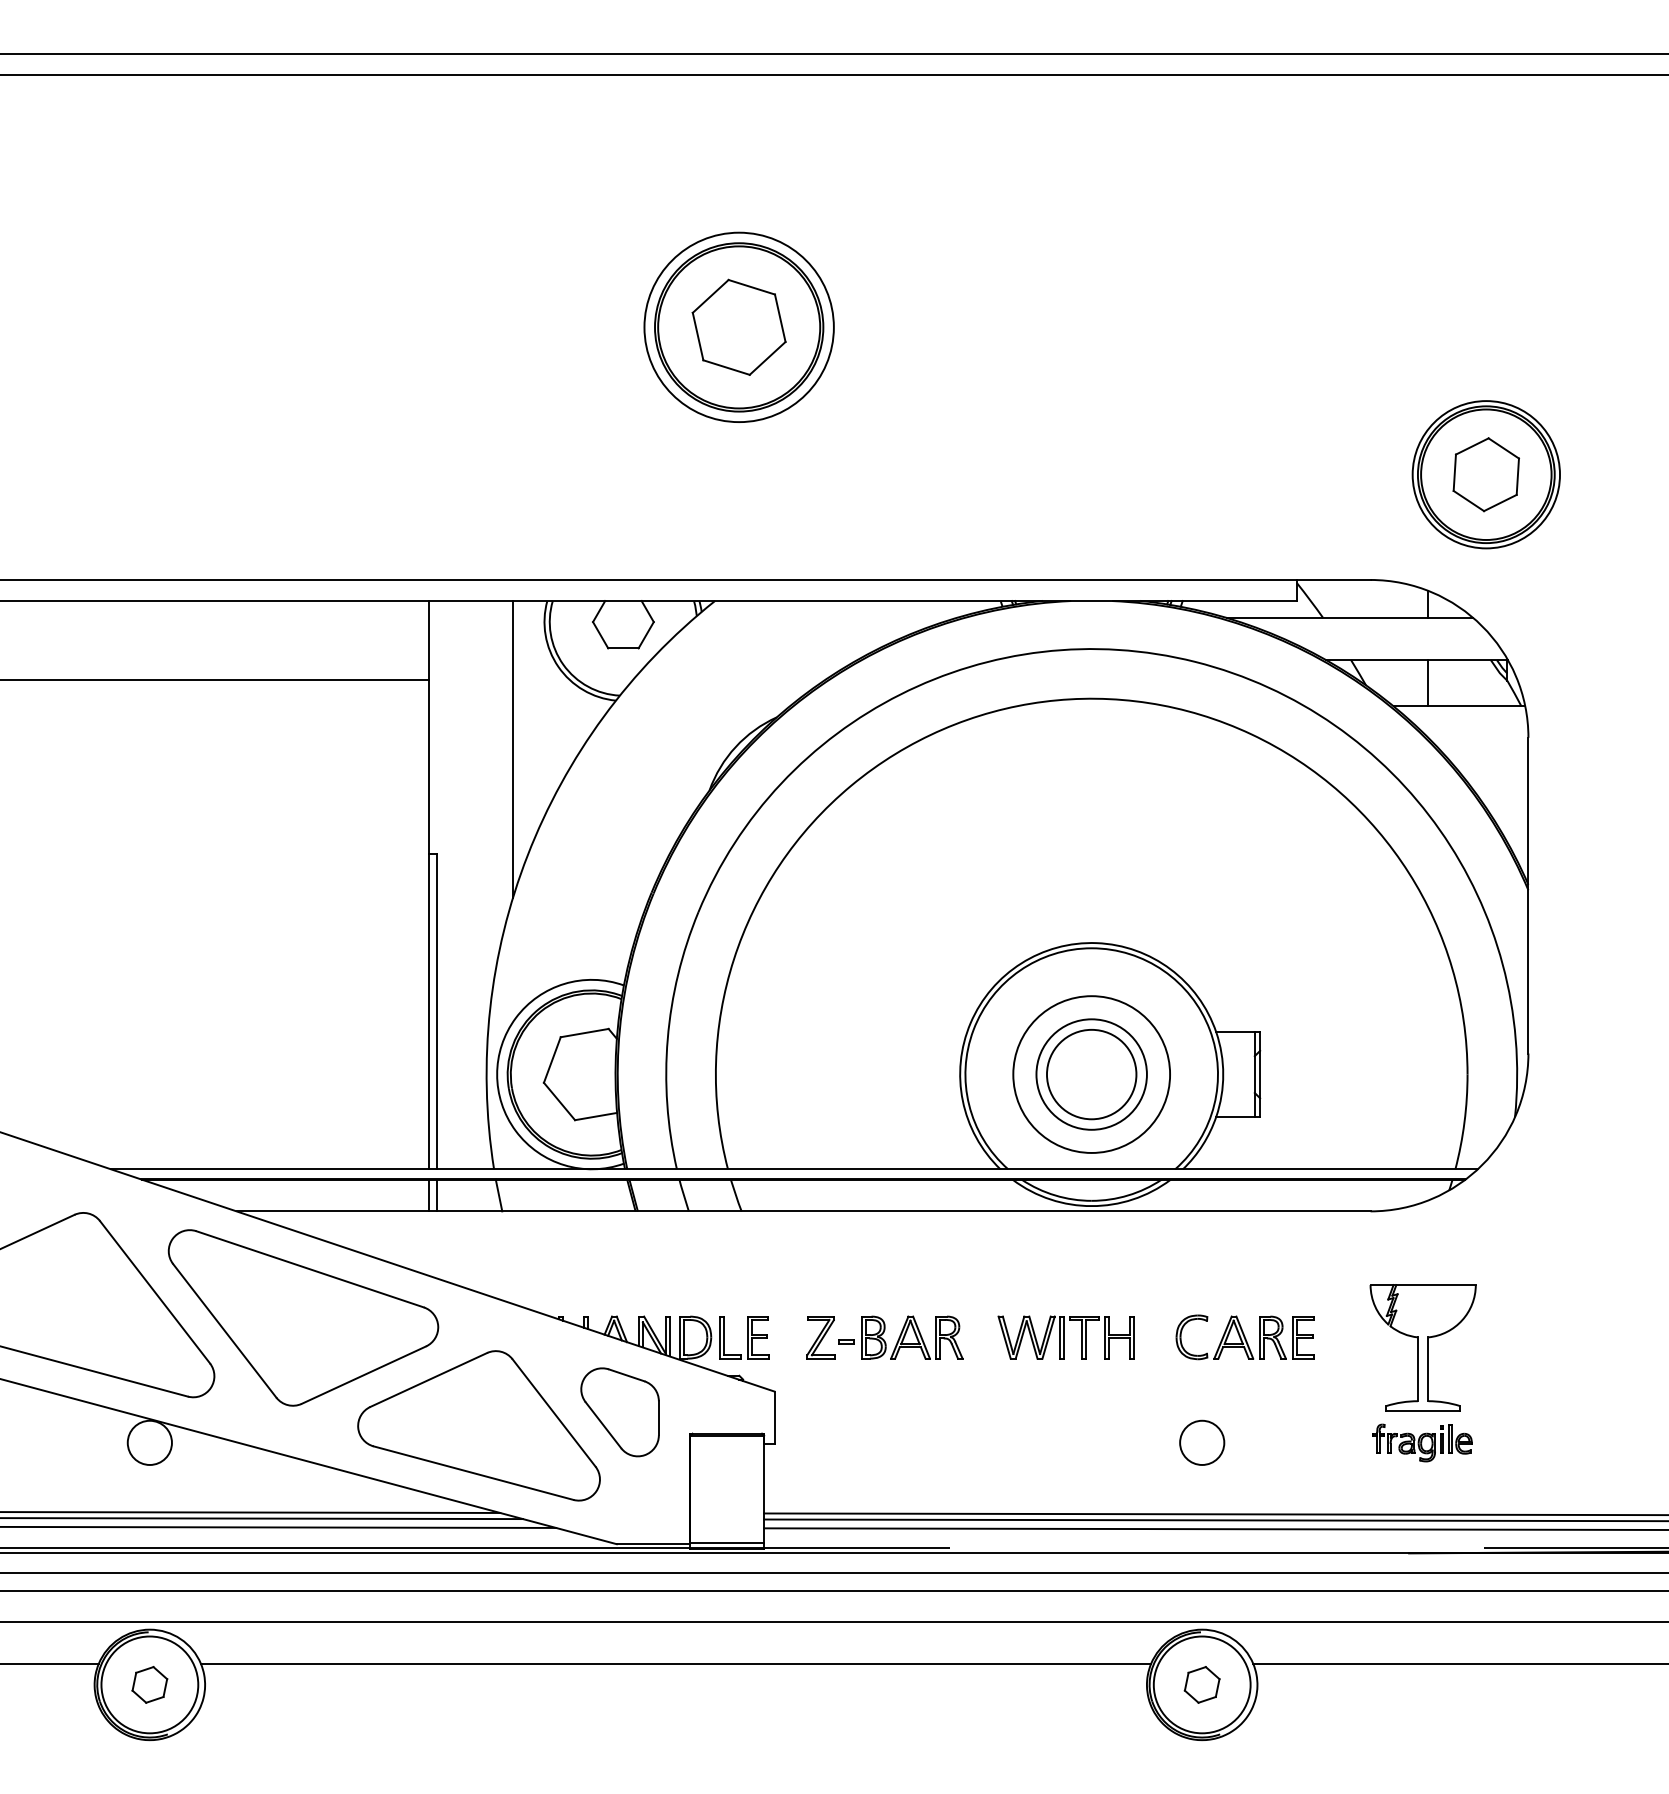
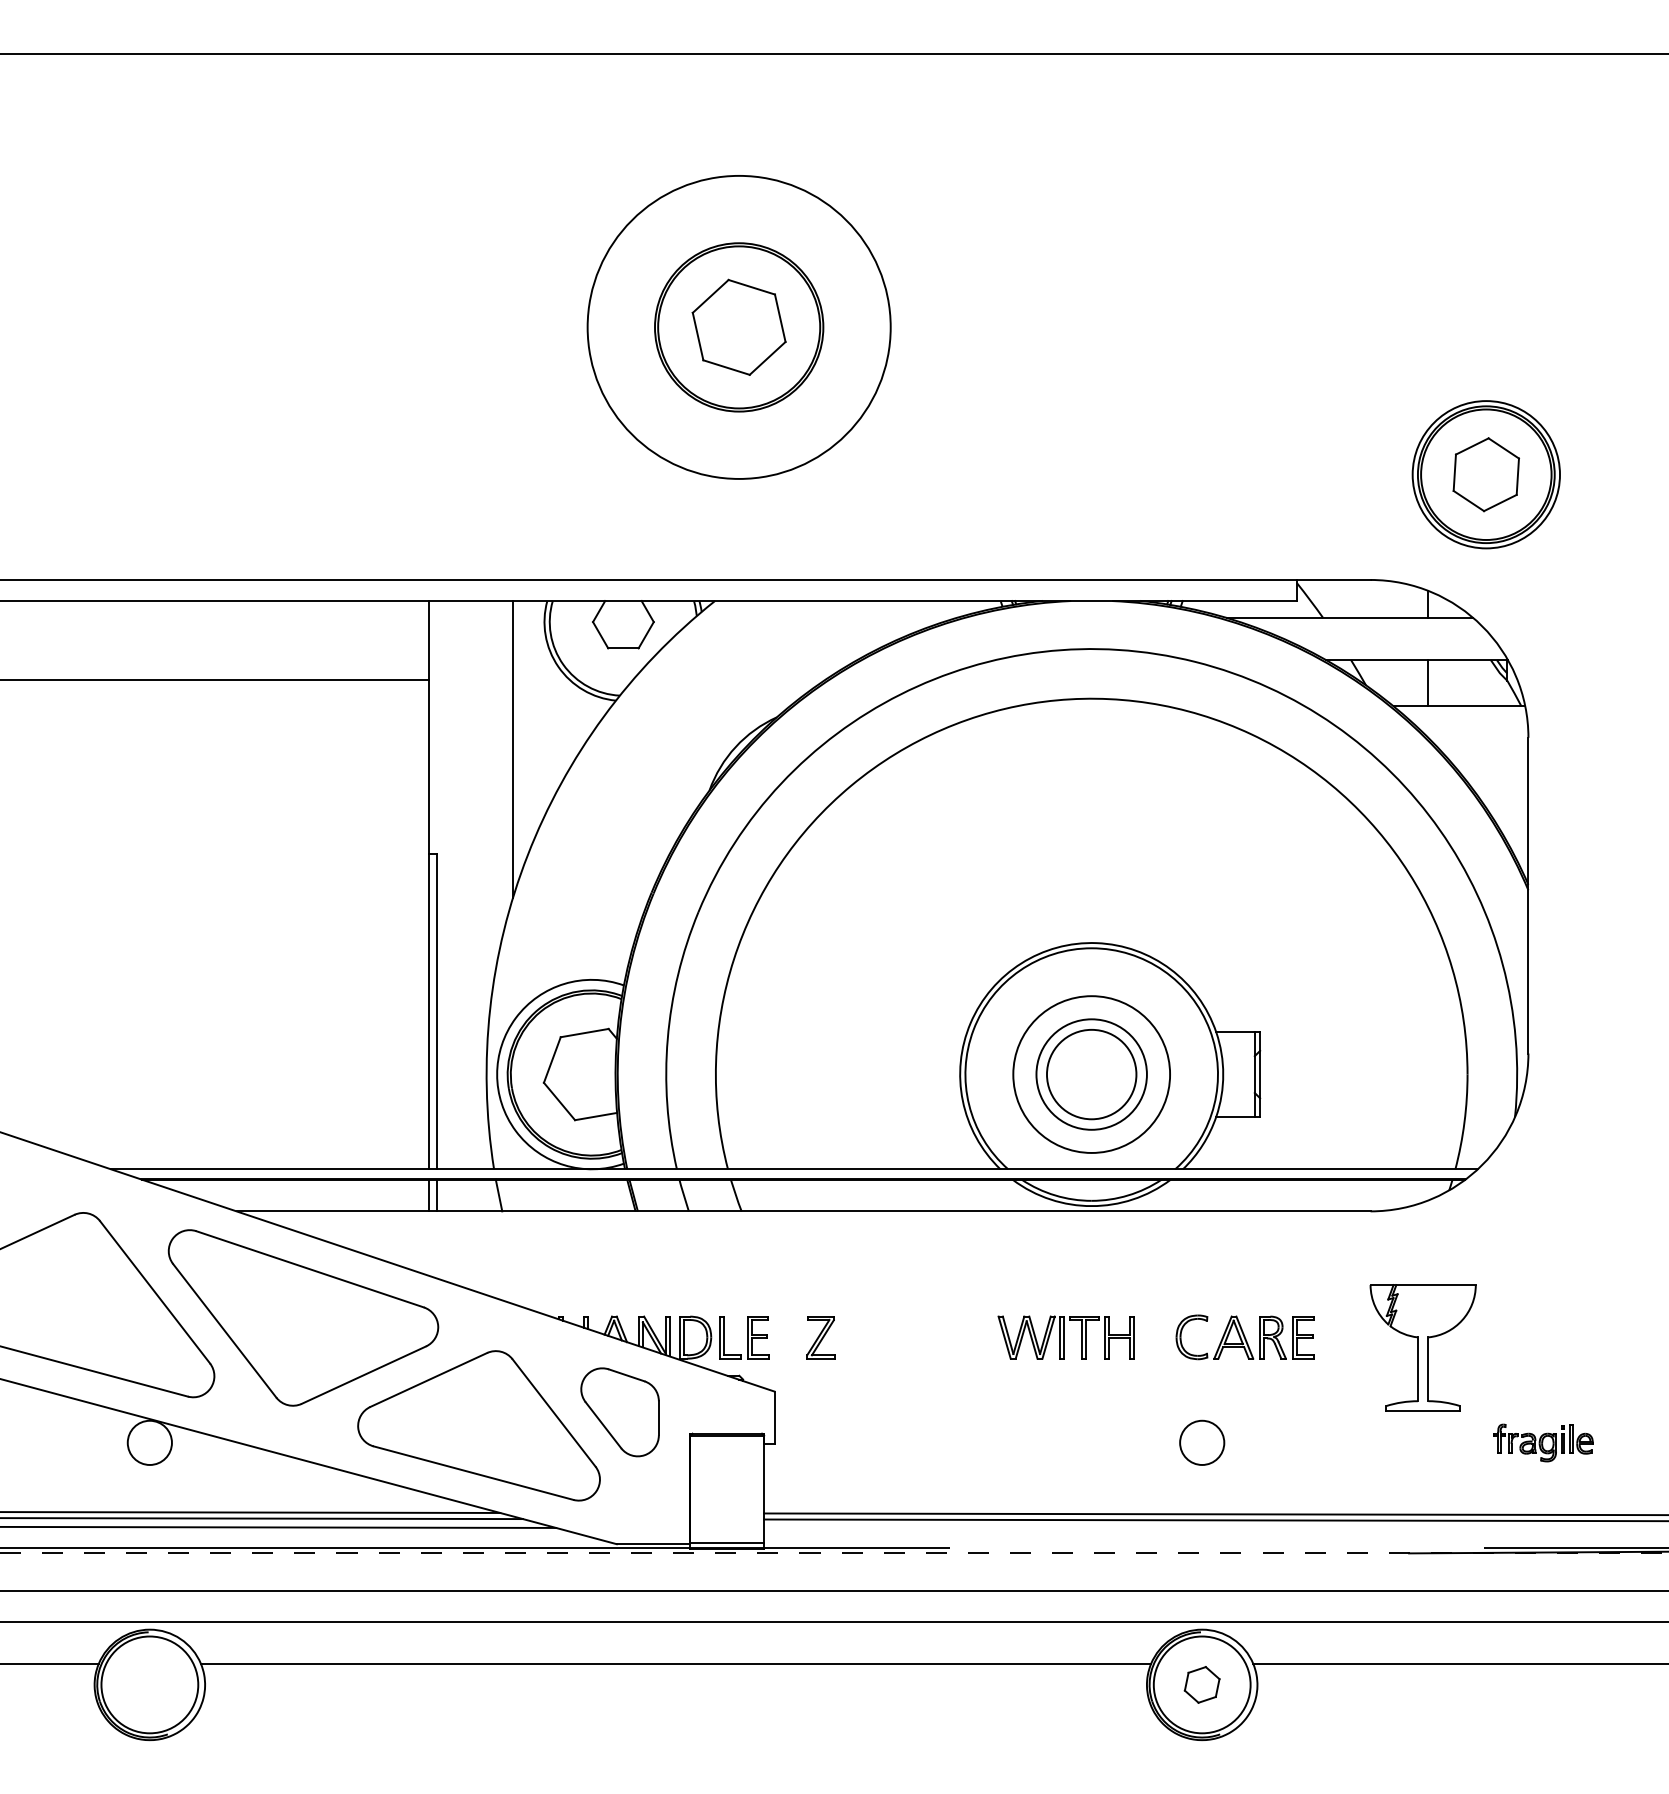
line at (833, 74): present -> none
circle at (738, 327) diameter: 189 px -> 303 px
part at (900, 1337): present -> none
part at (1422, 1442) position: (1422, 1442) -> (1543, 1442)
line at (1214, 1528): present -> none
line at (834, 1553): solid -> dashed
line at (833, 1572): present -> none
part at (149, 1684): present -> none
